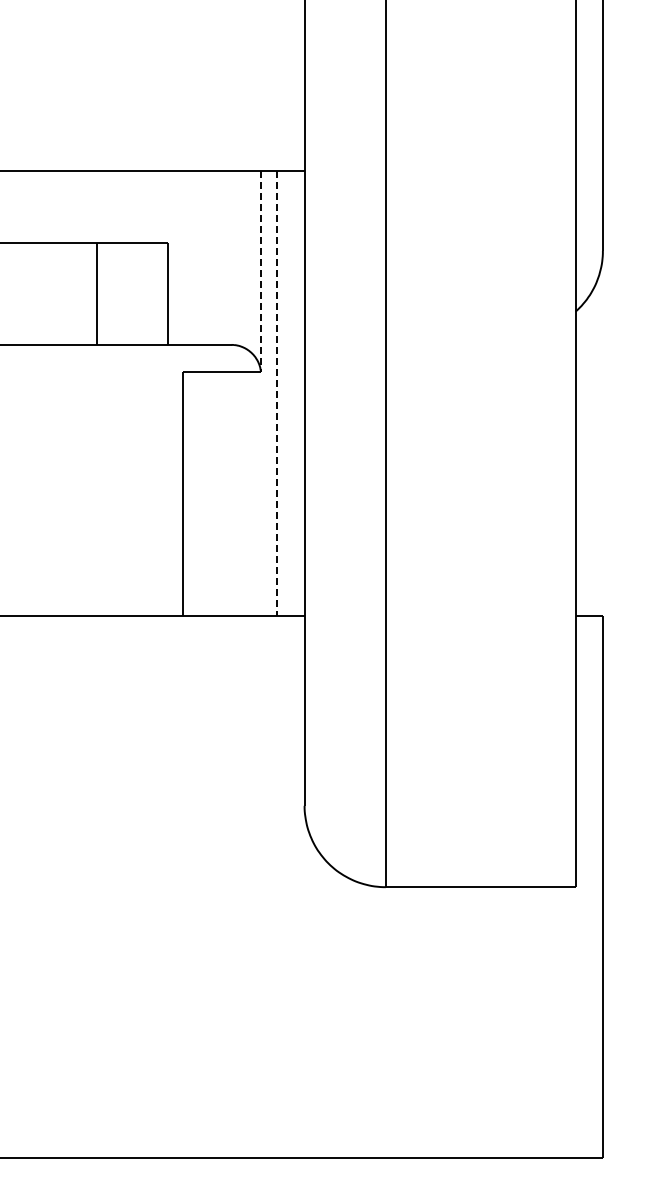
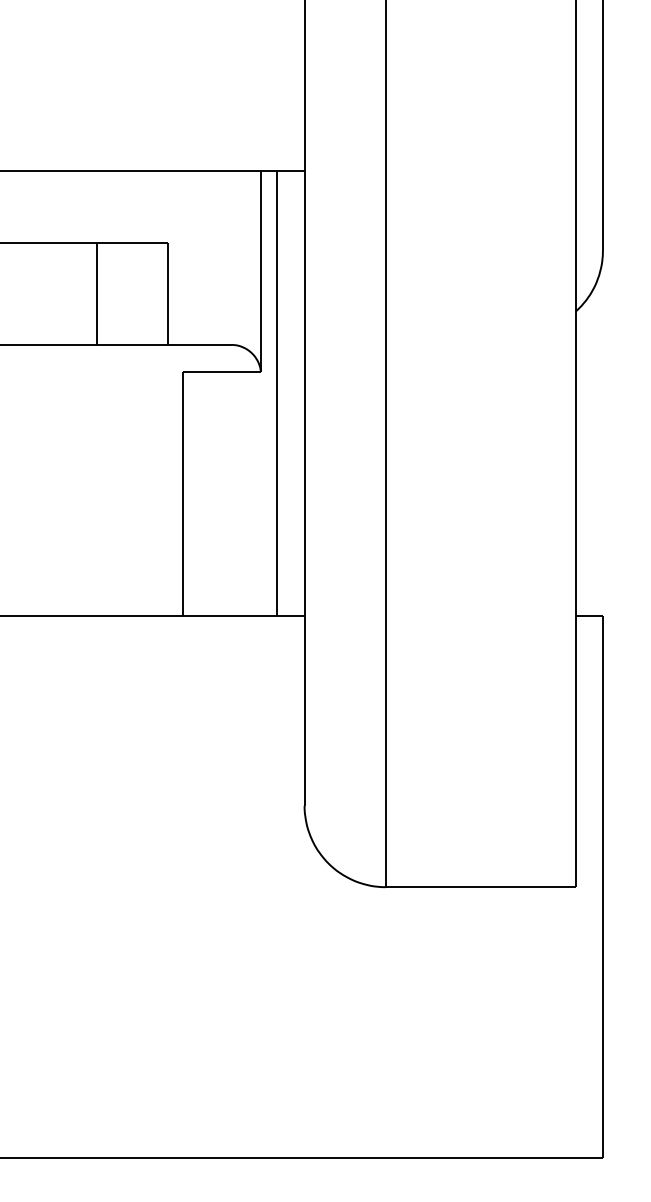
line at (260, 271): dashed -> solid
line at (277, 393): dashed -> solid
